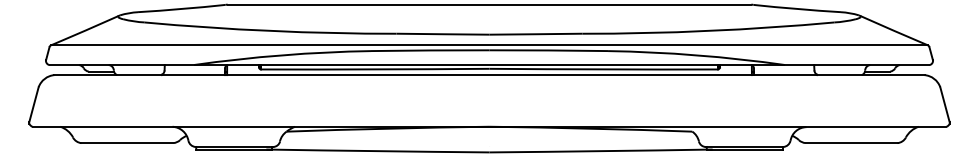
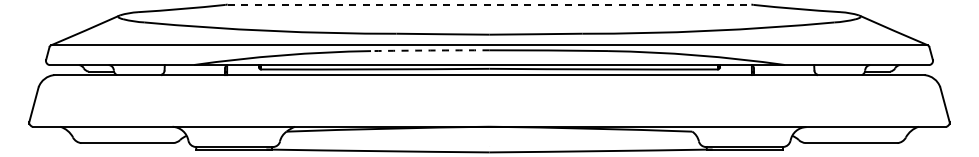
line at (489, 4): solid -> dashed
arc at (430, 50): solid -> dashed
